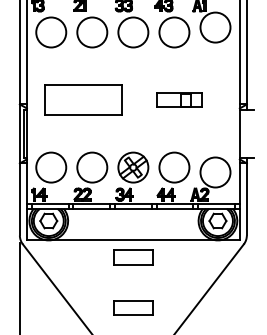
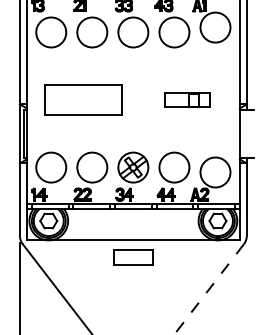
part at (179, 99) position: (179, 99) -> (187, 99)
line at (208, 290): solid -> dashed
part at (133, 307): present -> none
